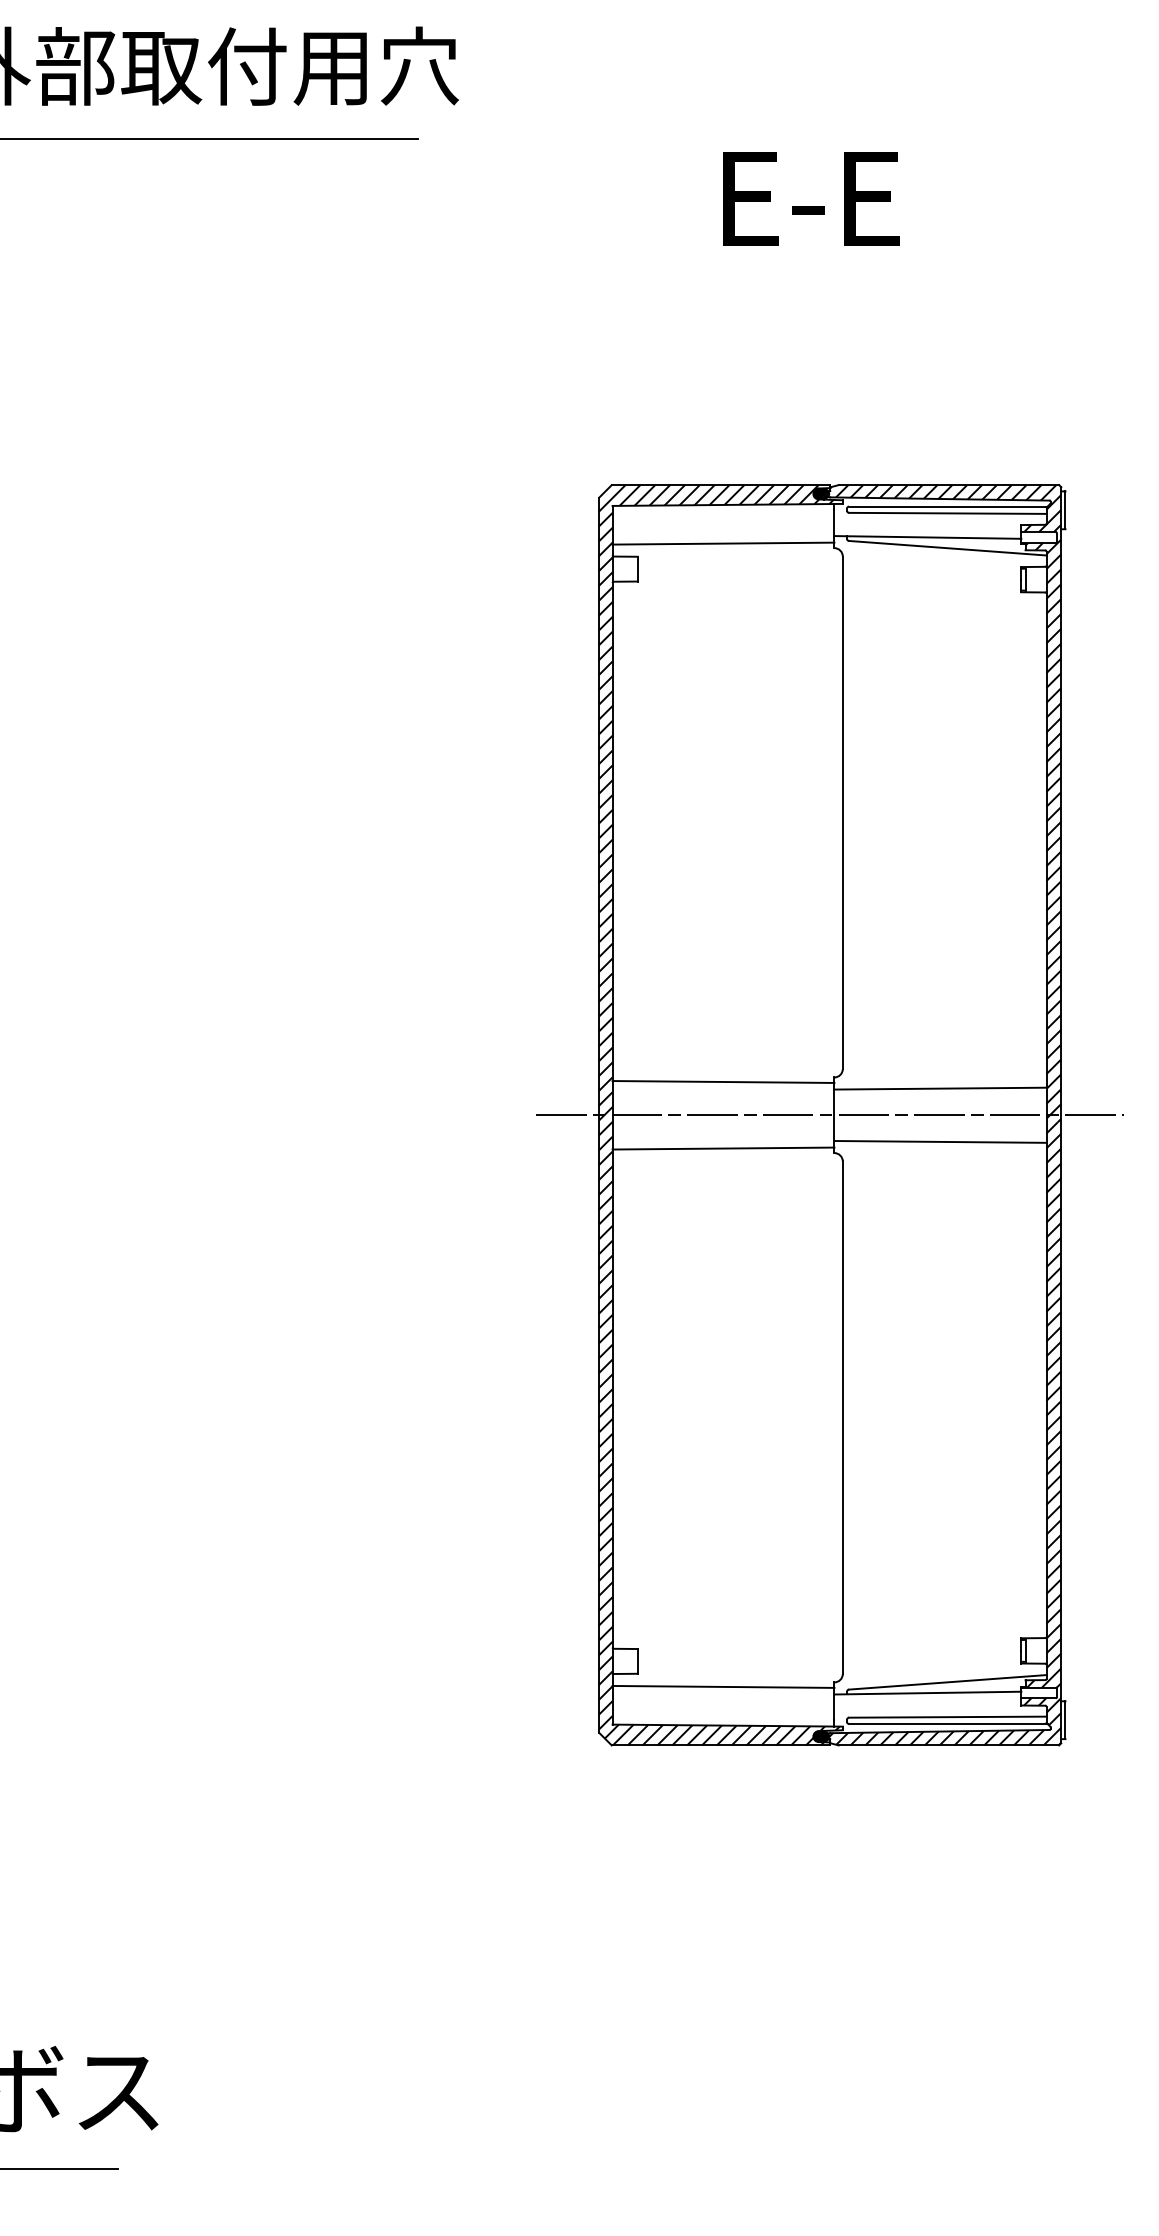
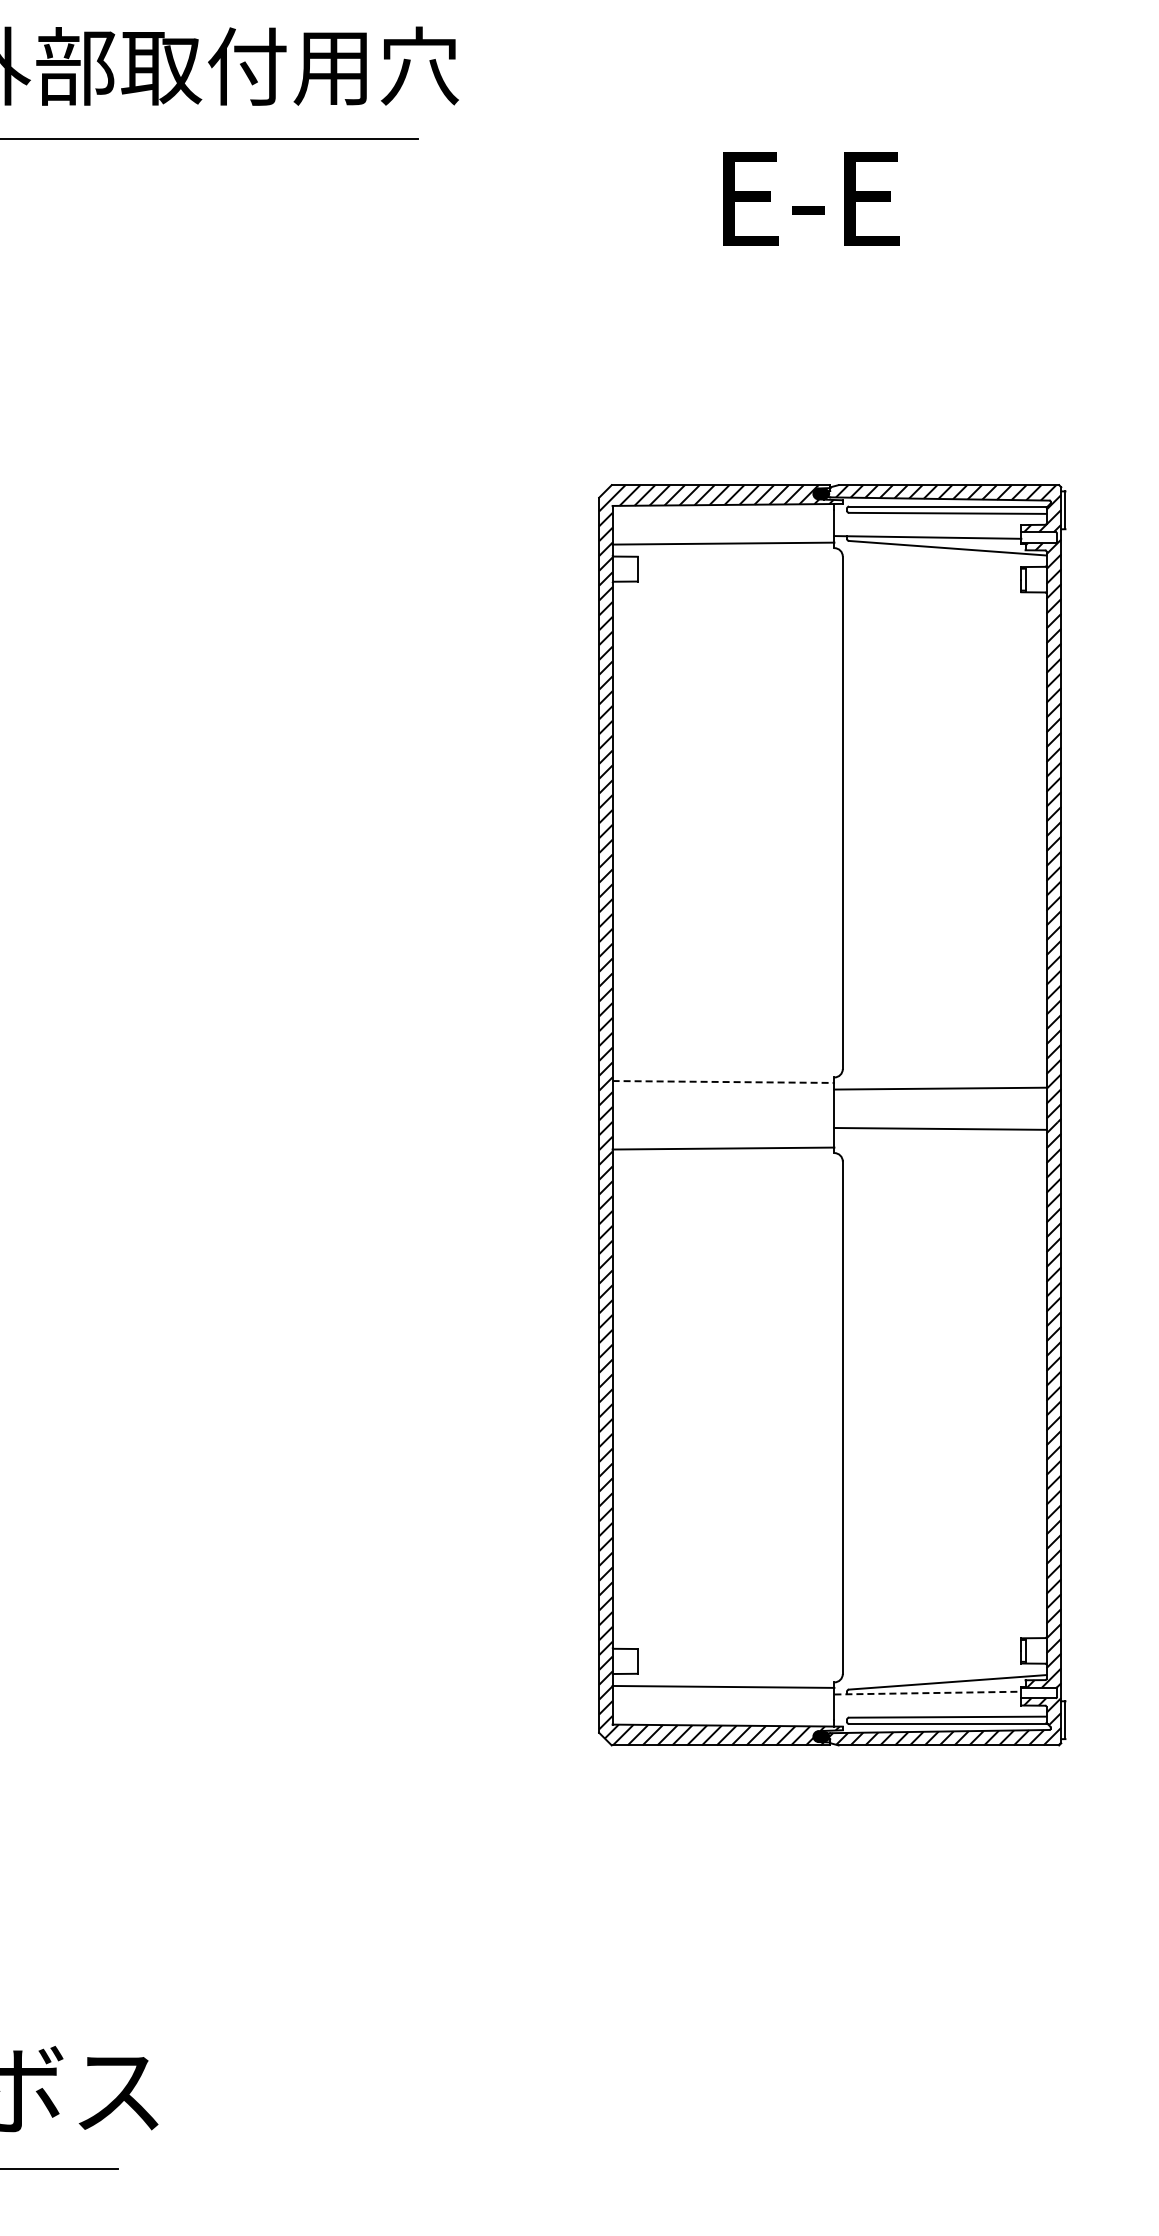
line at (723, 1082): solid -> dashed
line at (830, 1115): present -> none
line at (940, 1141) position: (940, 1141) -> (940, 1128)
line at (928, 1693): solid -> dashed
